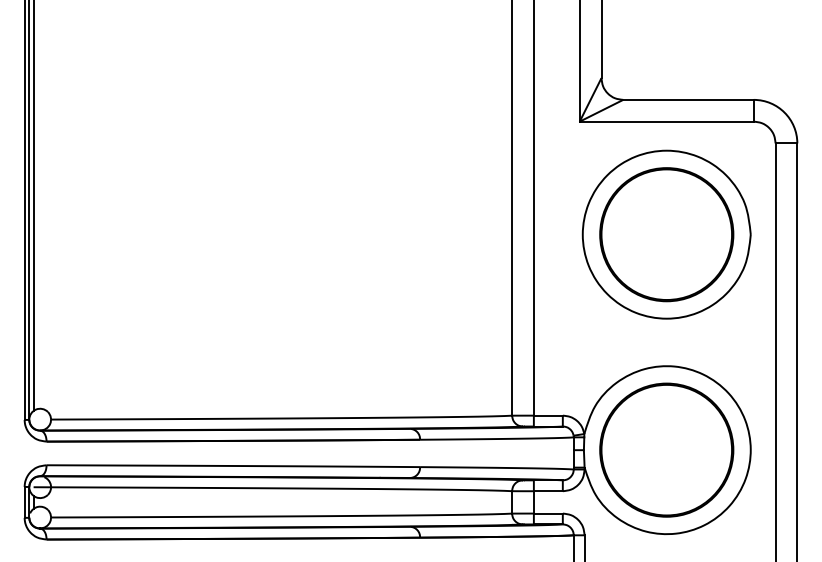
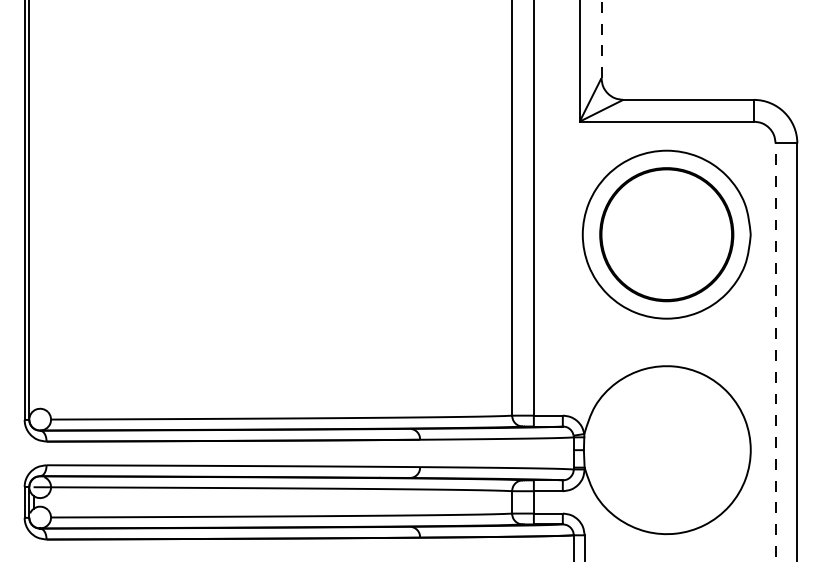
line at (601, 39): solid -> dashed
line at (33, 206): present -> none
line at (775, 352): solid -> dashed
part at (666, 449): present -> none
